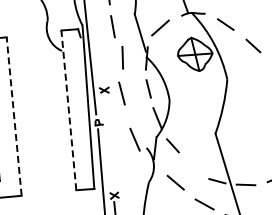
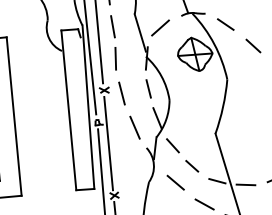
line at (99, 42): none -> present
line at (122, 57) position: (122, 57) -> (115, 58)
line at (68, 109): dashed -> solid
line at (14, 116): dashed -> solid
line at (134, 139) position: (134, 139) -> (134, 127)
line at (108, 143): none -> present
line at (192, 165): none -> present
